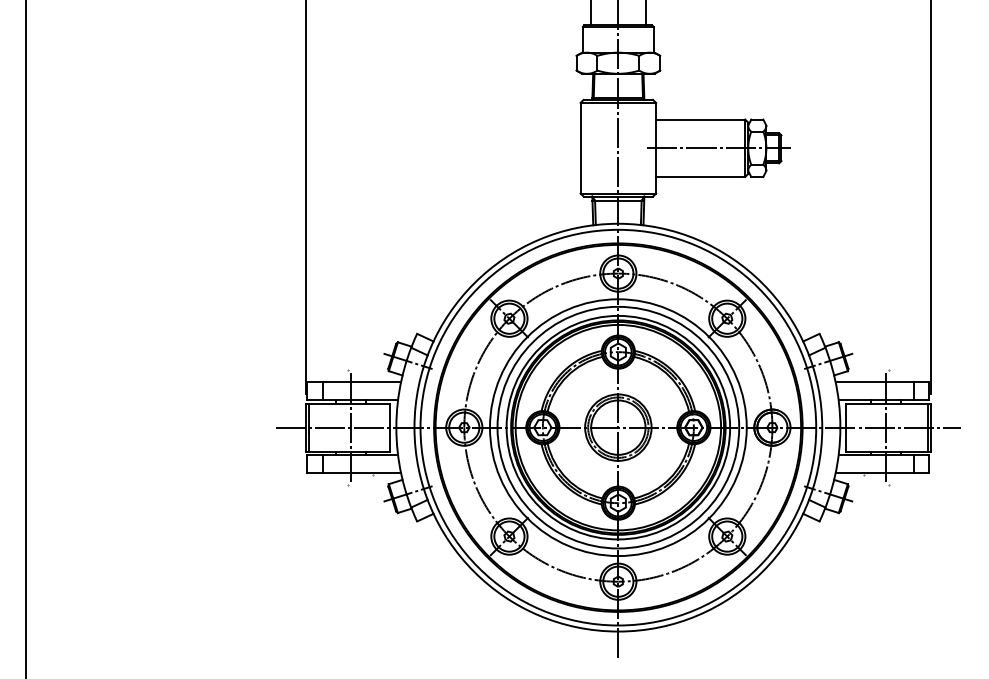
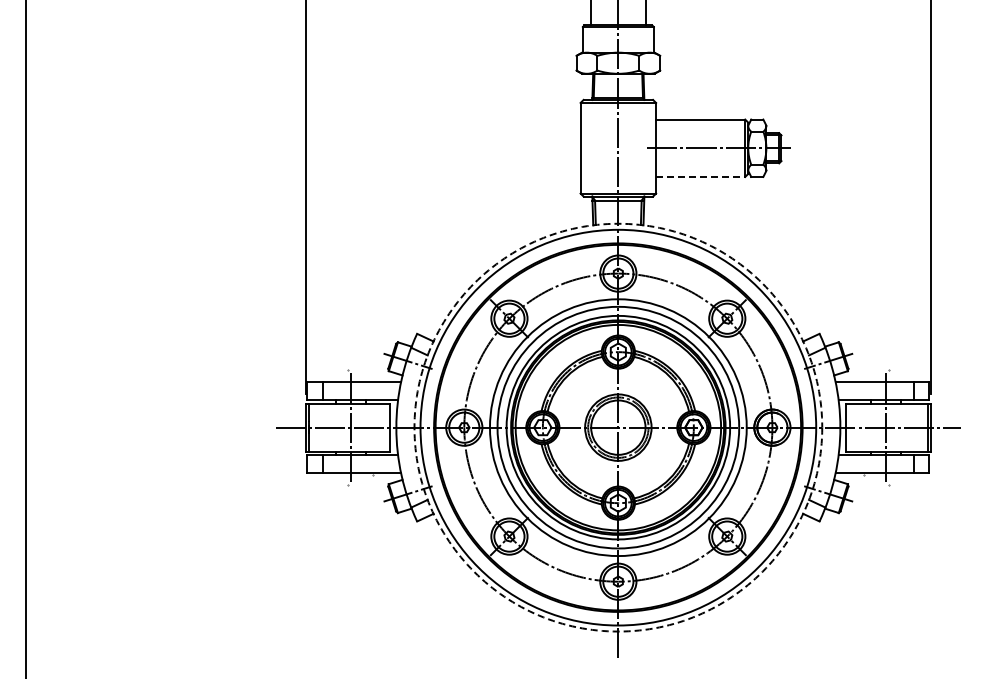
line at (700, 176): solid -> dashed
circle at (618, 427): solid -> dashed
